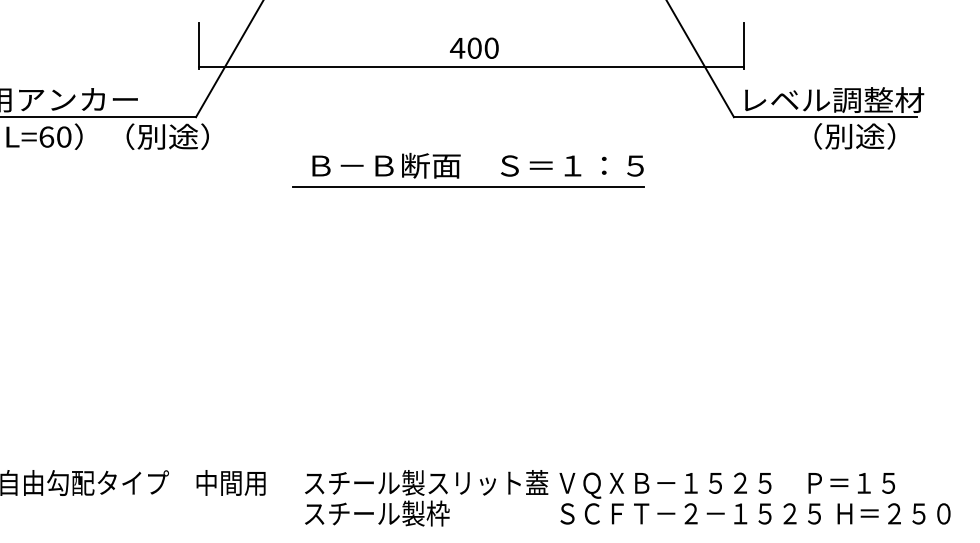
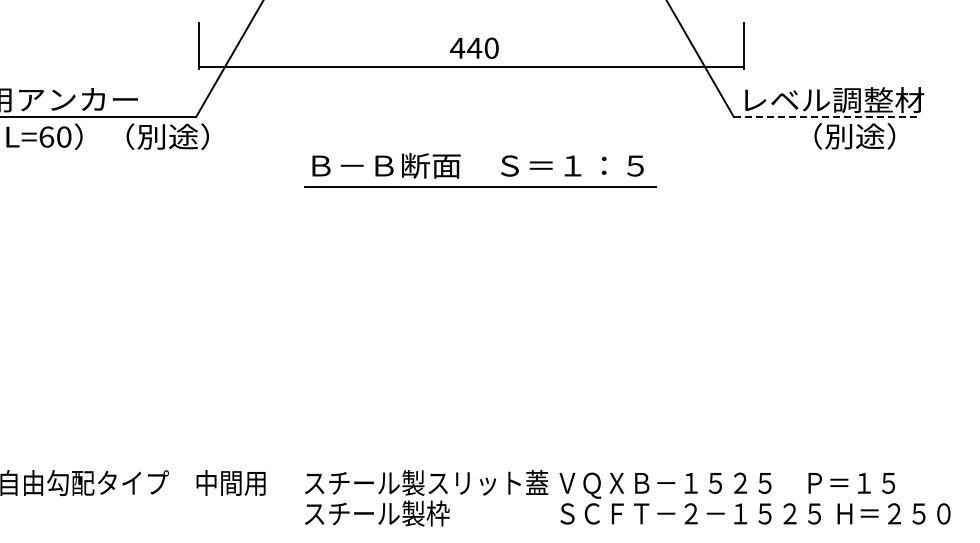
text at (474, 47): 400 -> 440
line at (824, 117): solid -> dashed
line at (468, 186) position: (468, 186) -> (480, 186)
